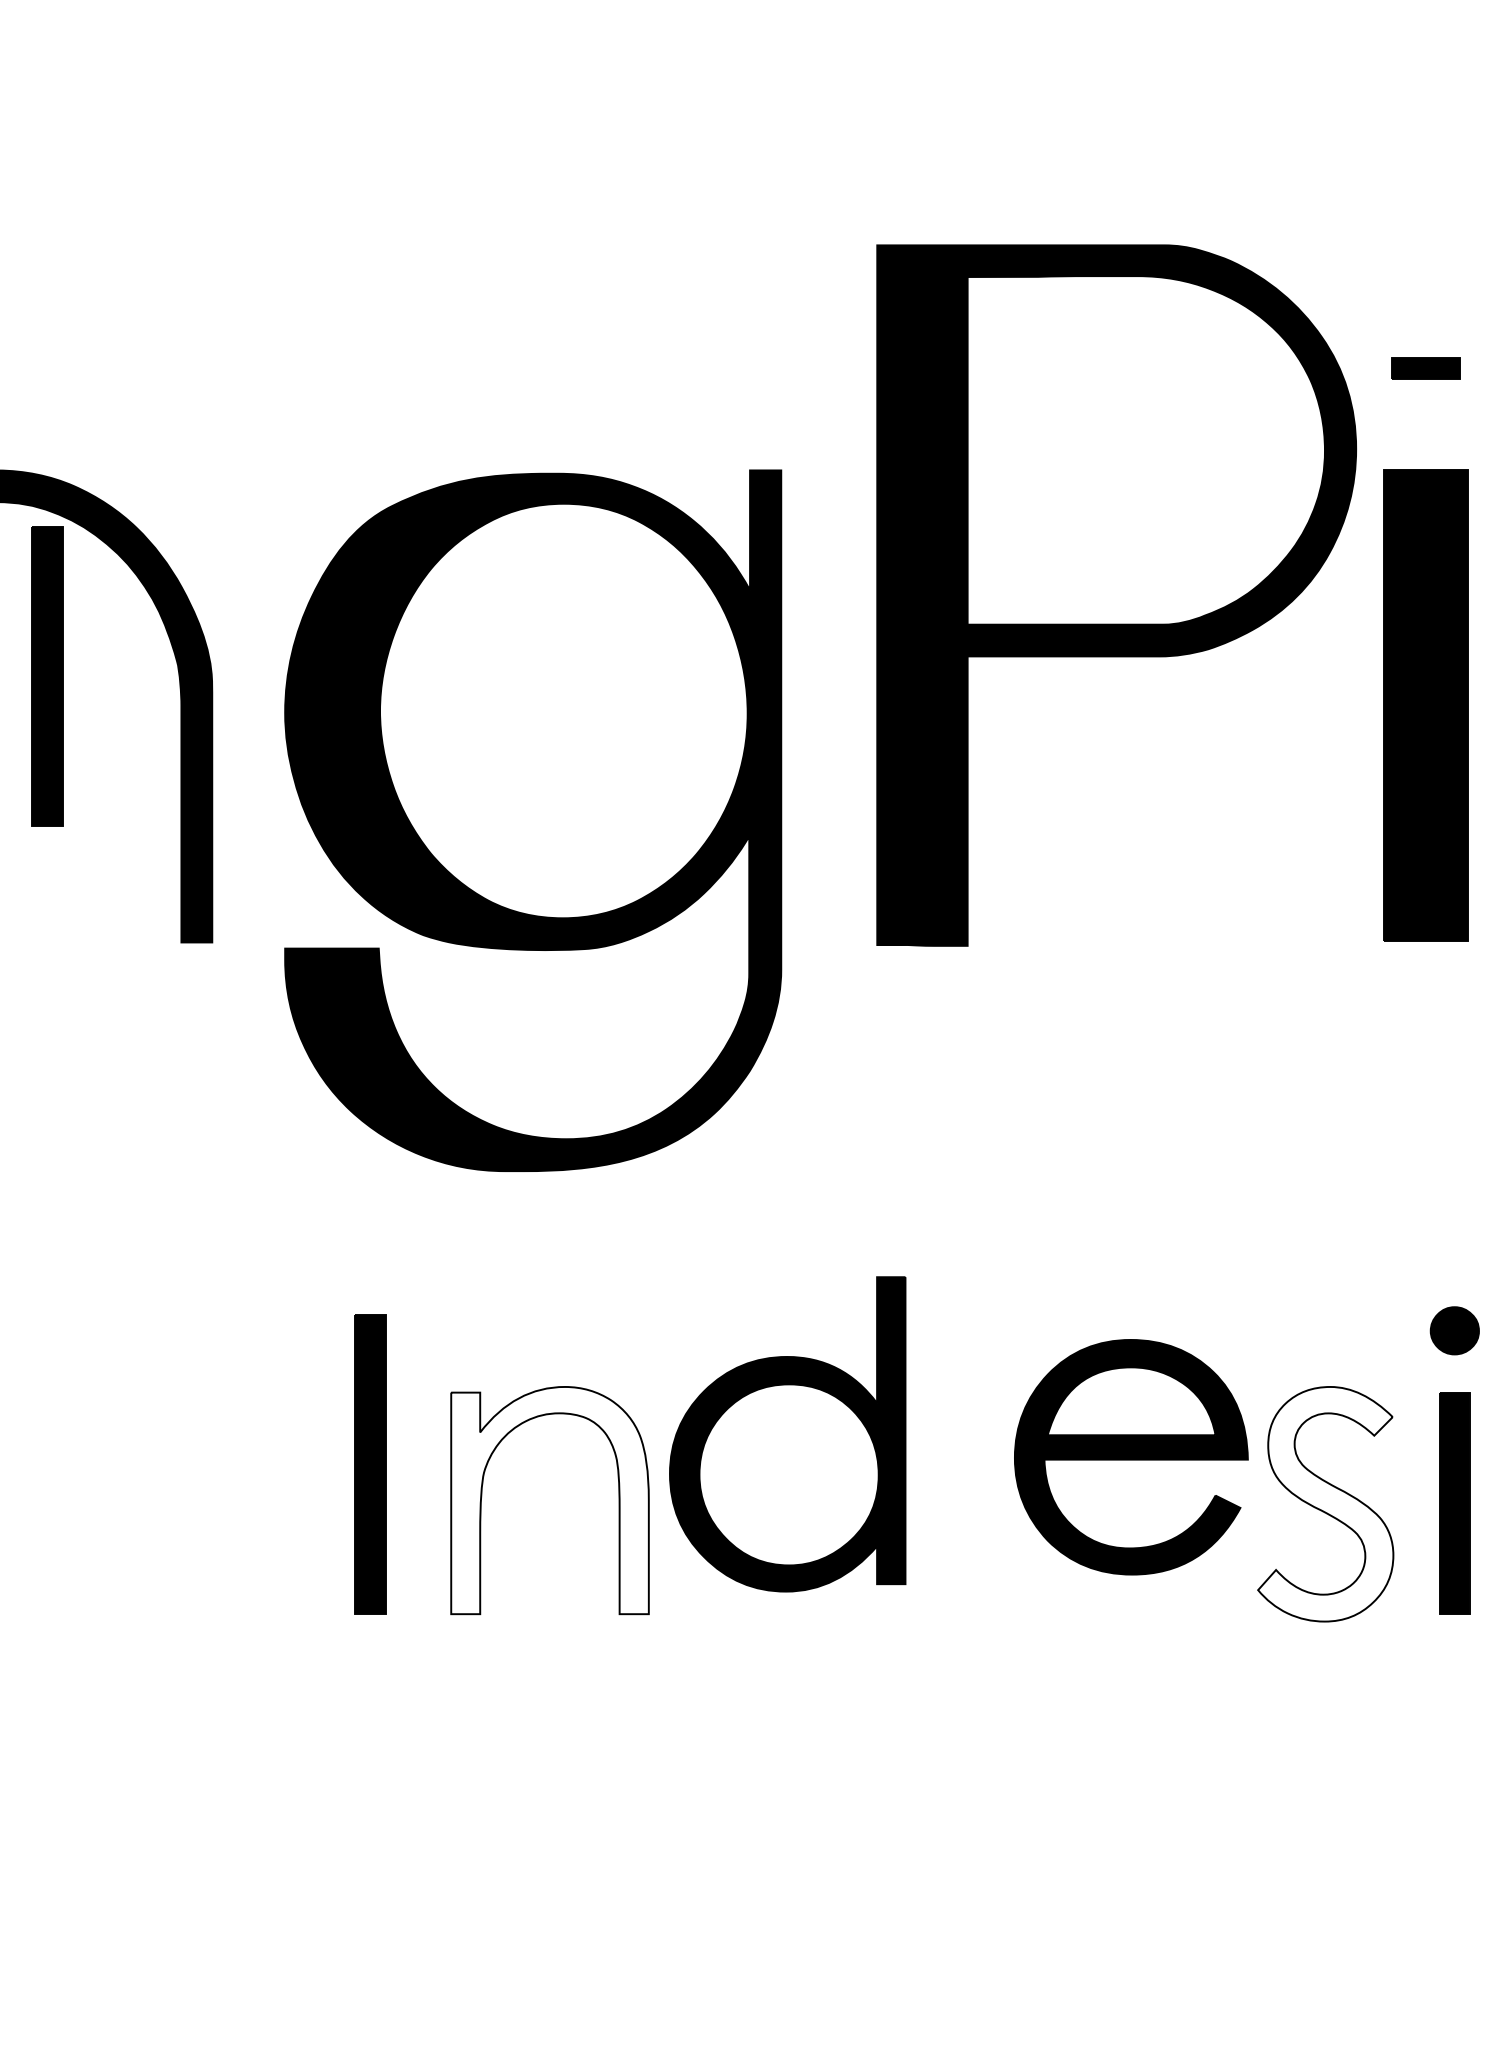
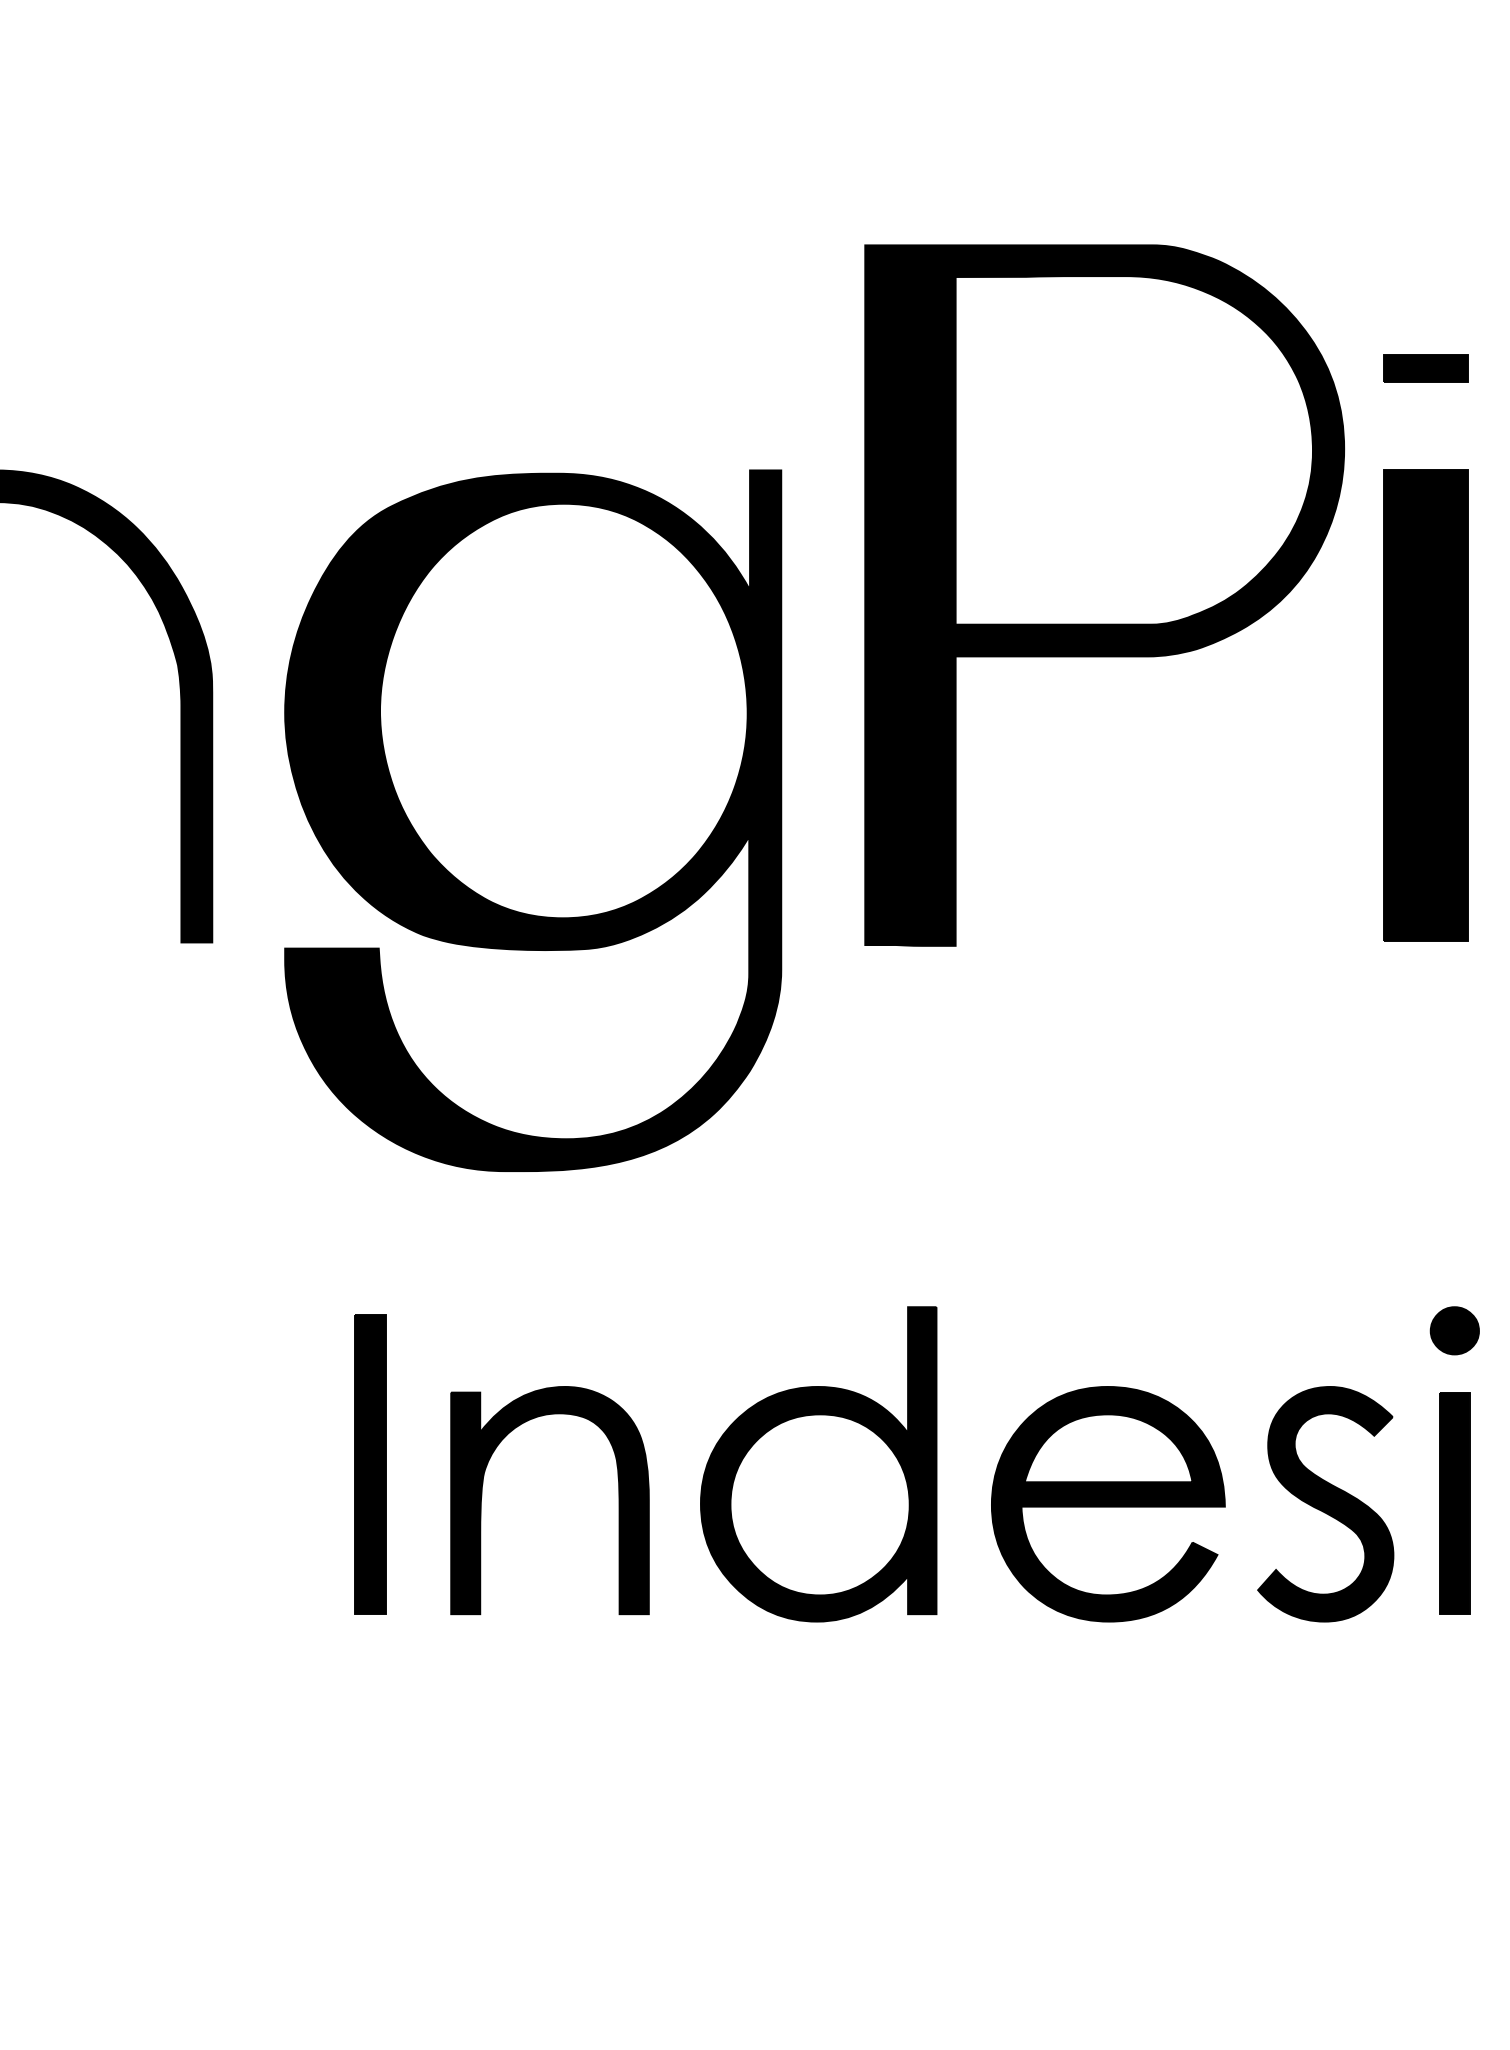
part at (1425, 368) size: 70x23 px -> 86x29 px
part at (1116, 595) position: (1116, 595) -> (1104, 595)
part at (47, 676): present -> none
part at (787, 1434) position: (787, 1434) -> (818, 1464)
part at (1131, 1457) position: (1131, 1457) -> (1108, 1504)
fill at (549, 1500): none -> present
fill at (1325, 1503): none -> present
